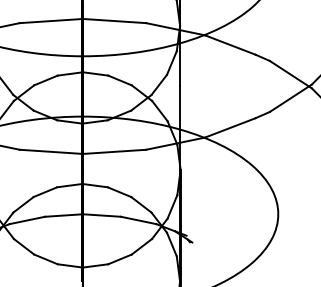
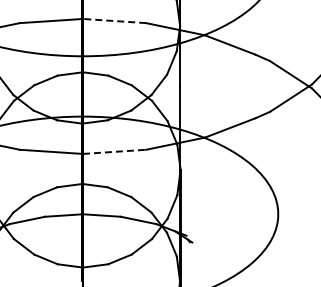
line at (114, 21): solid -> dashed
line at (114, 151): solid -> dashed
